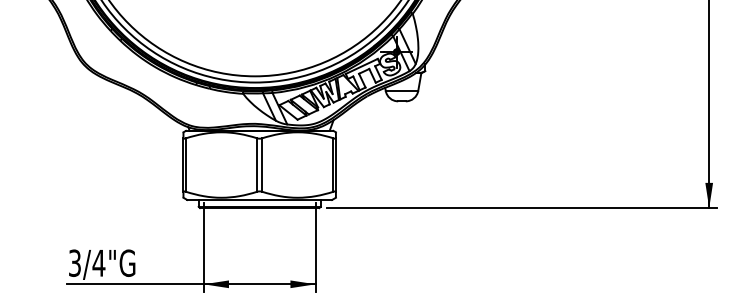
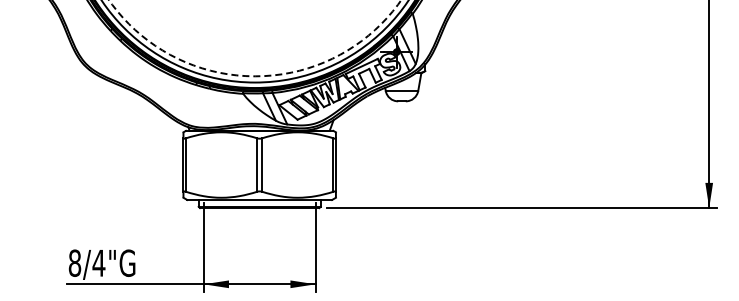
circle at (254, 38): solid -> dashed
text at (74, 262): 3/4"G -> 8/4"G
